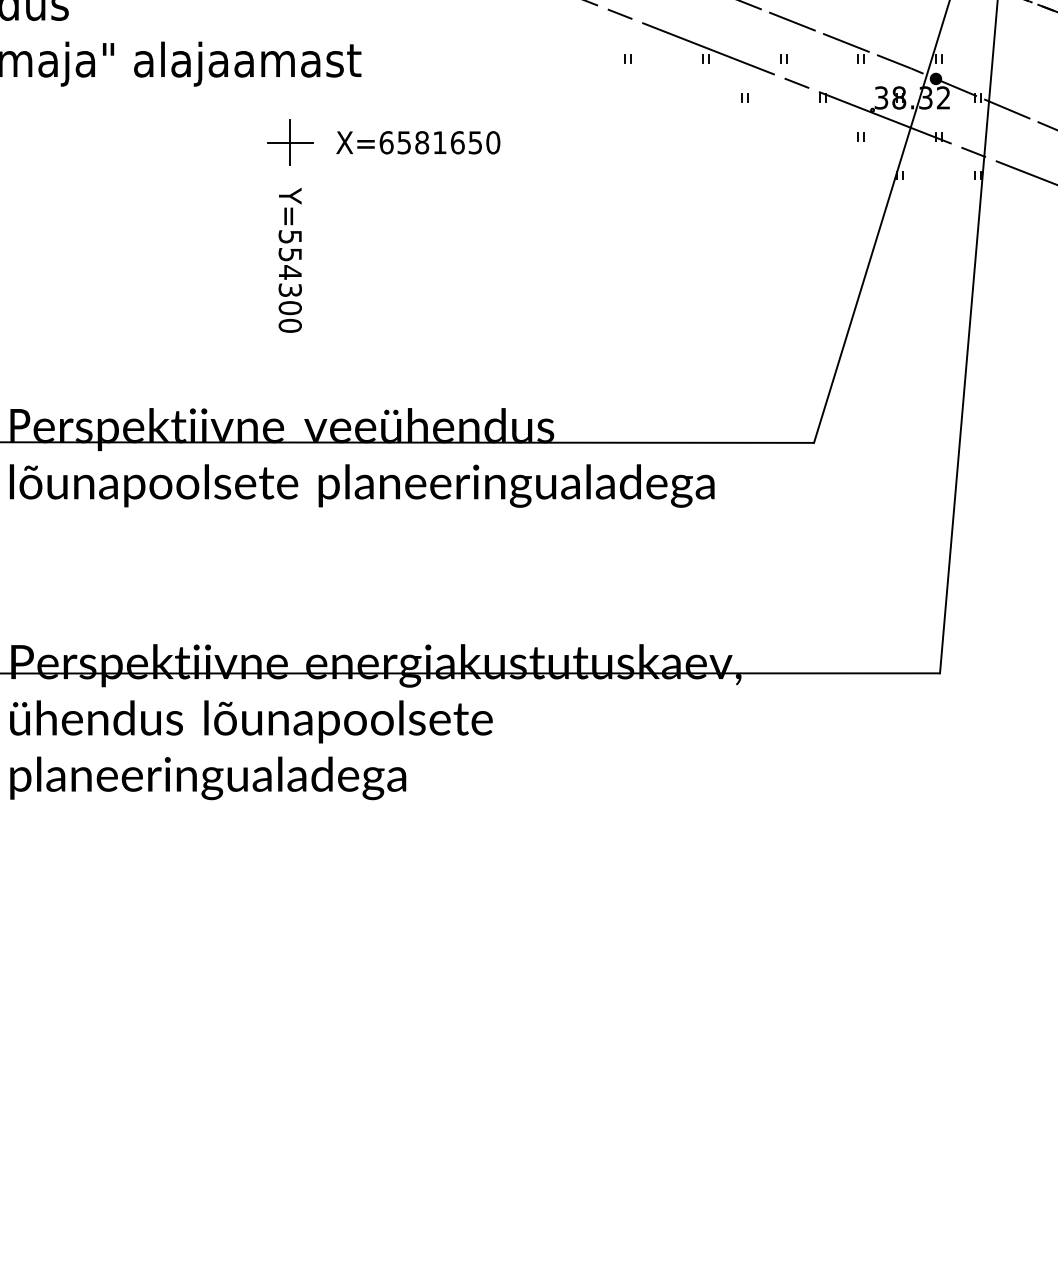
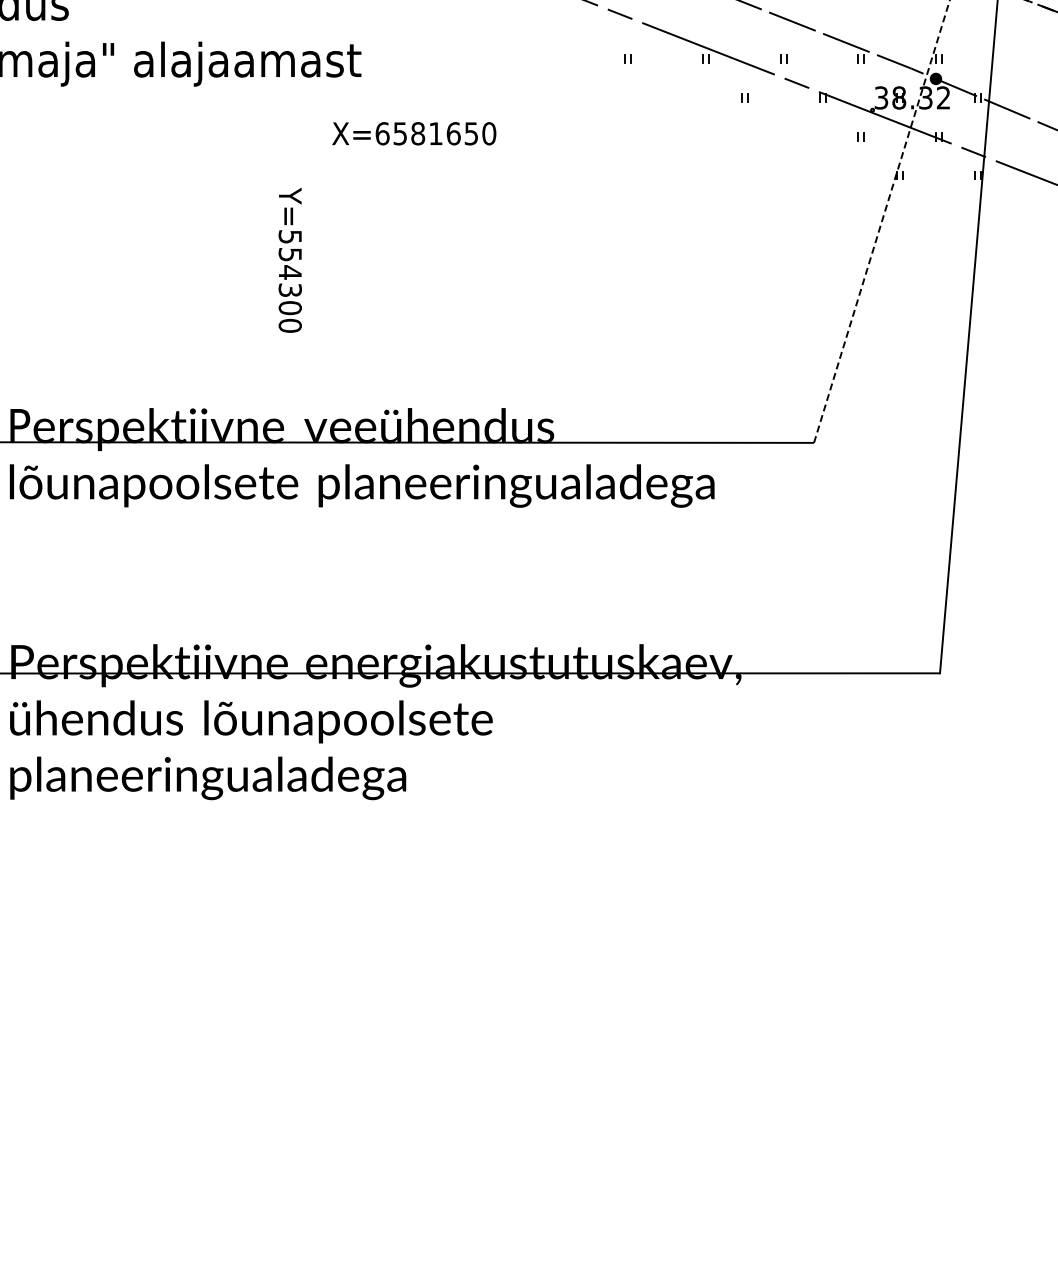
part at (290, 142): present -> none
text at (418, 142) position: (418, 142) -> (414, 133)
line at (882, 221): solid -> dashed
